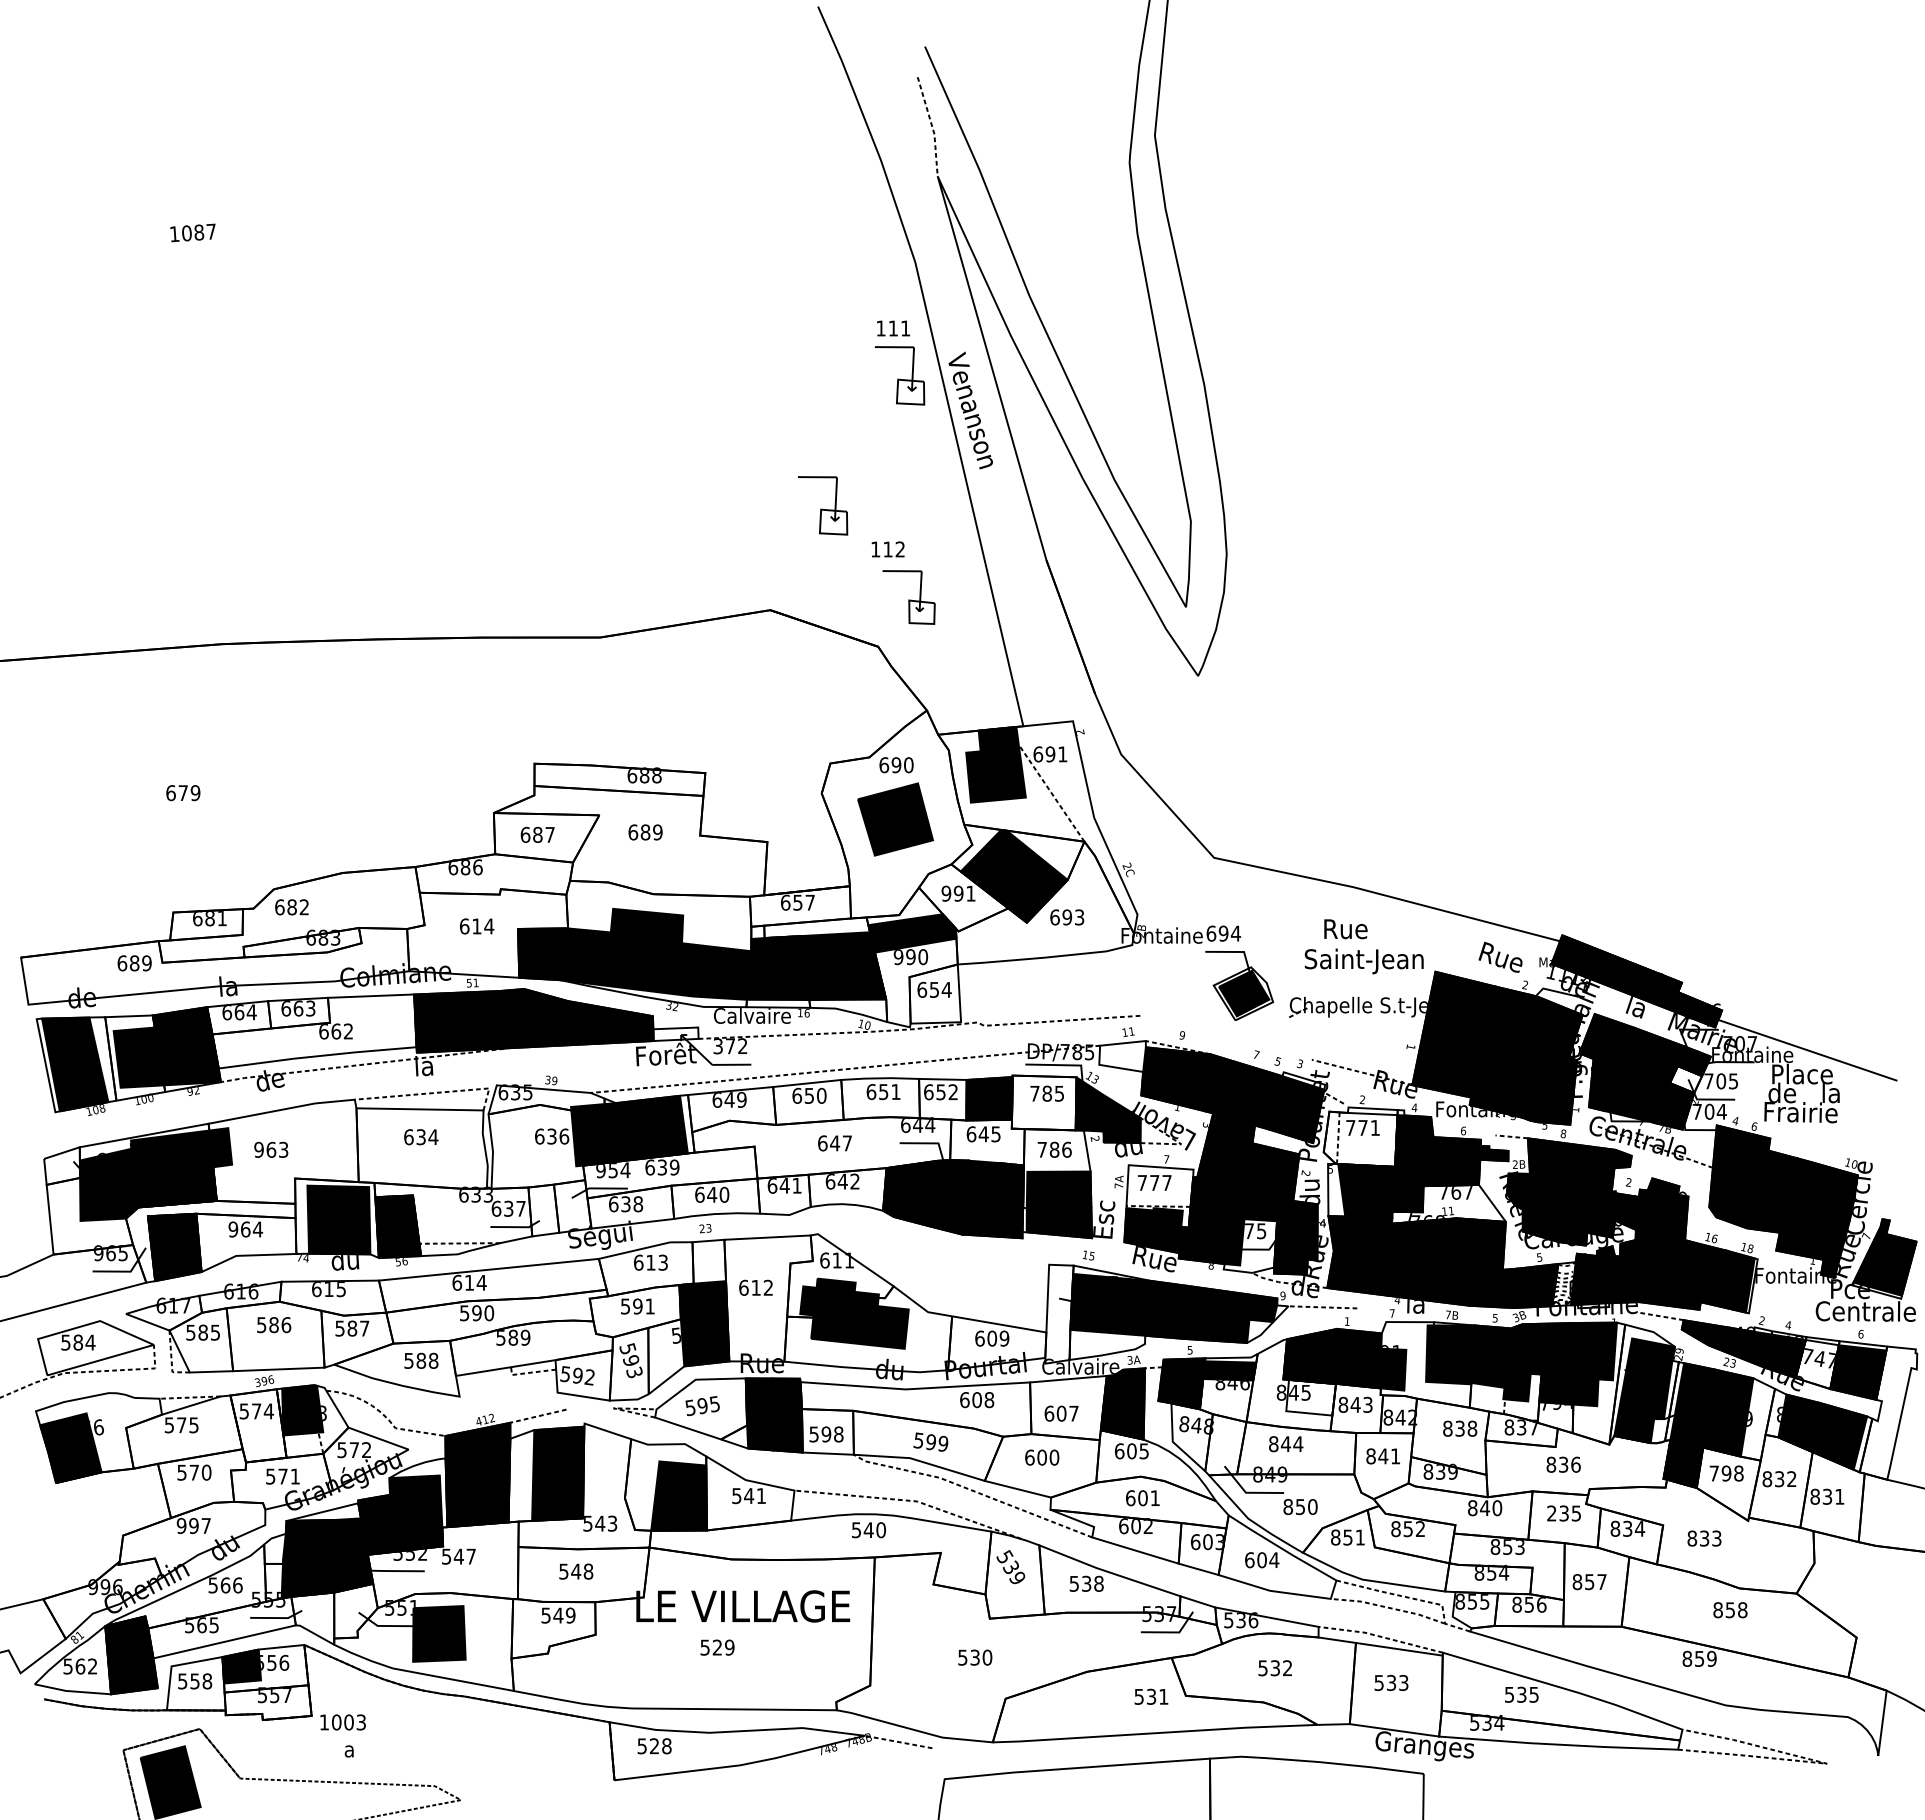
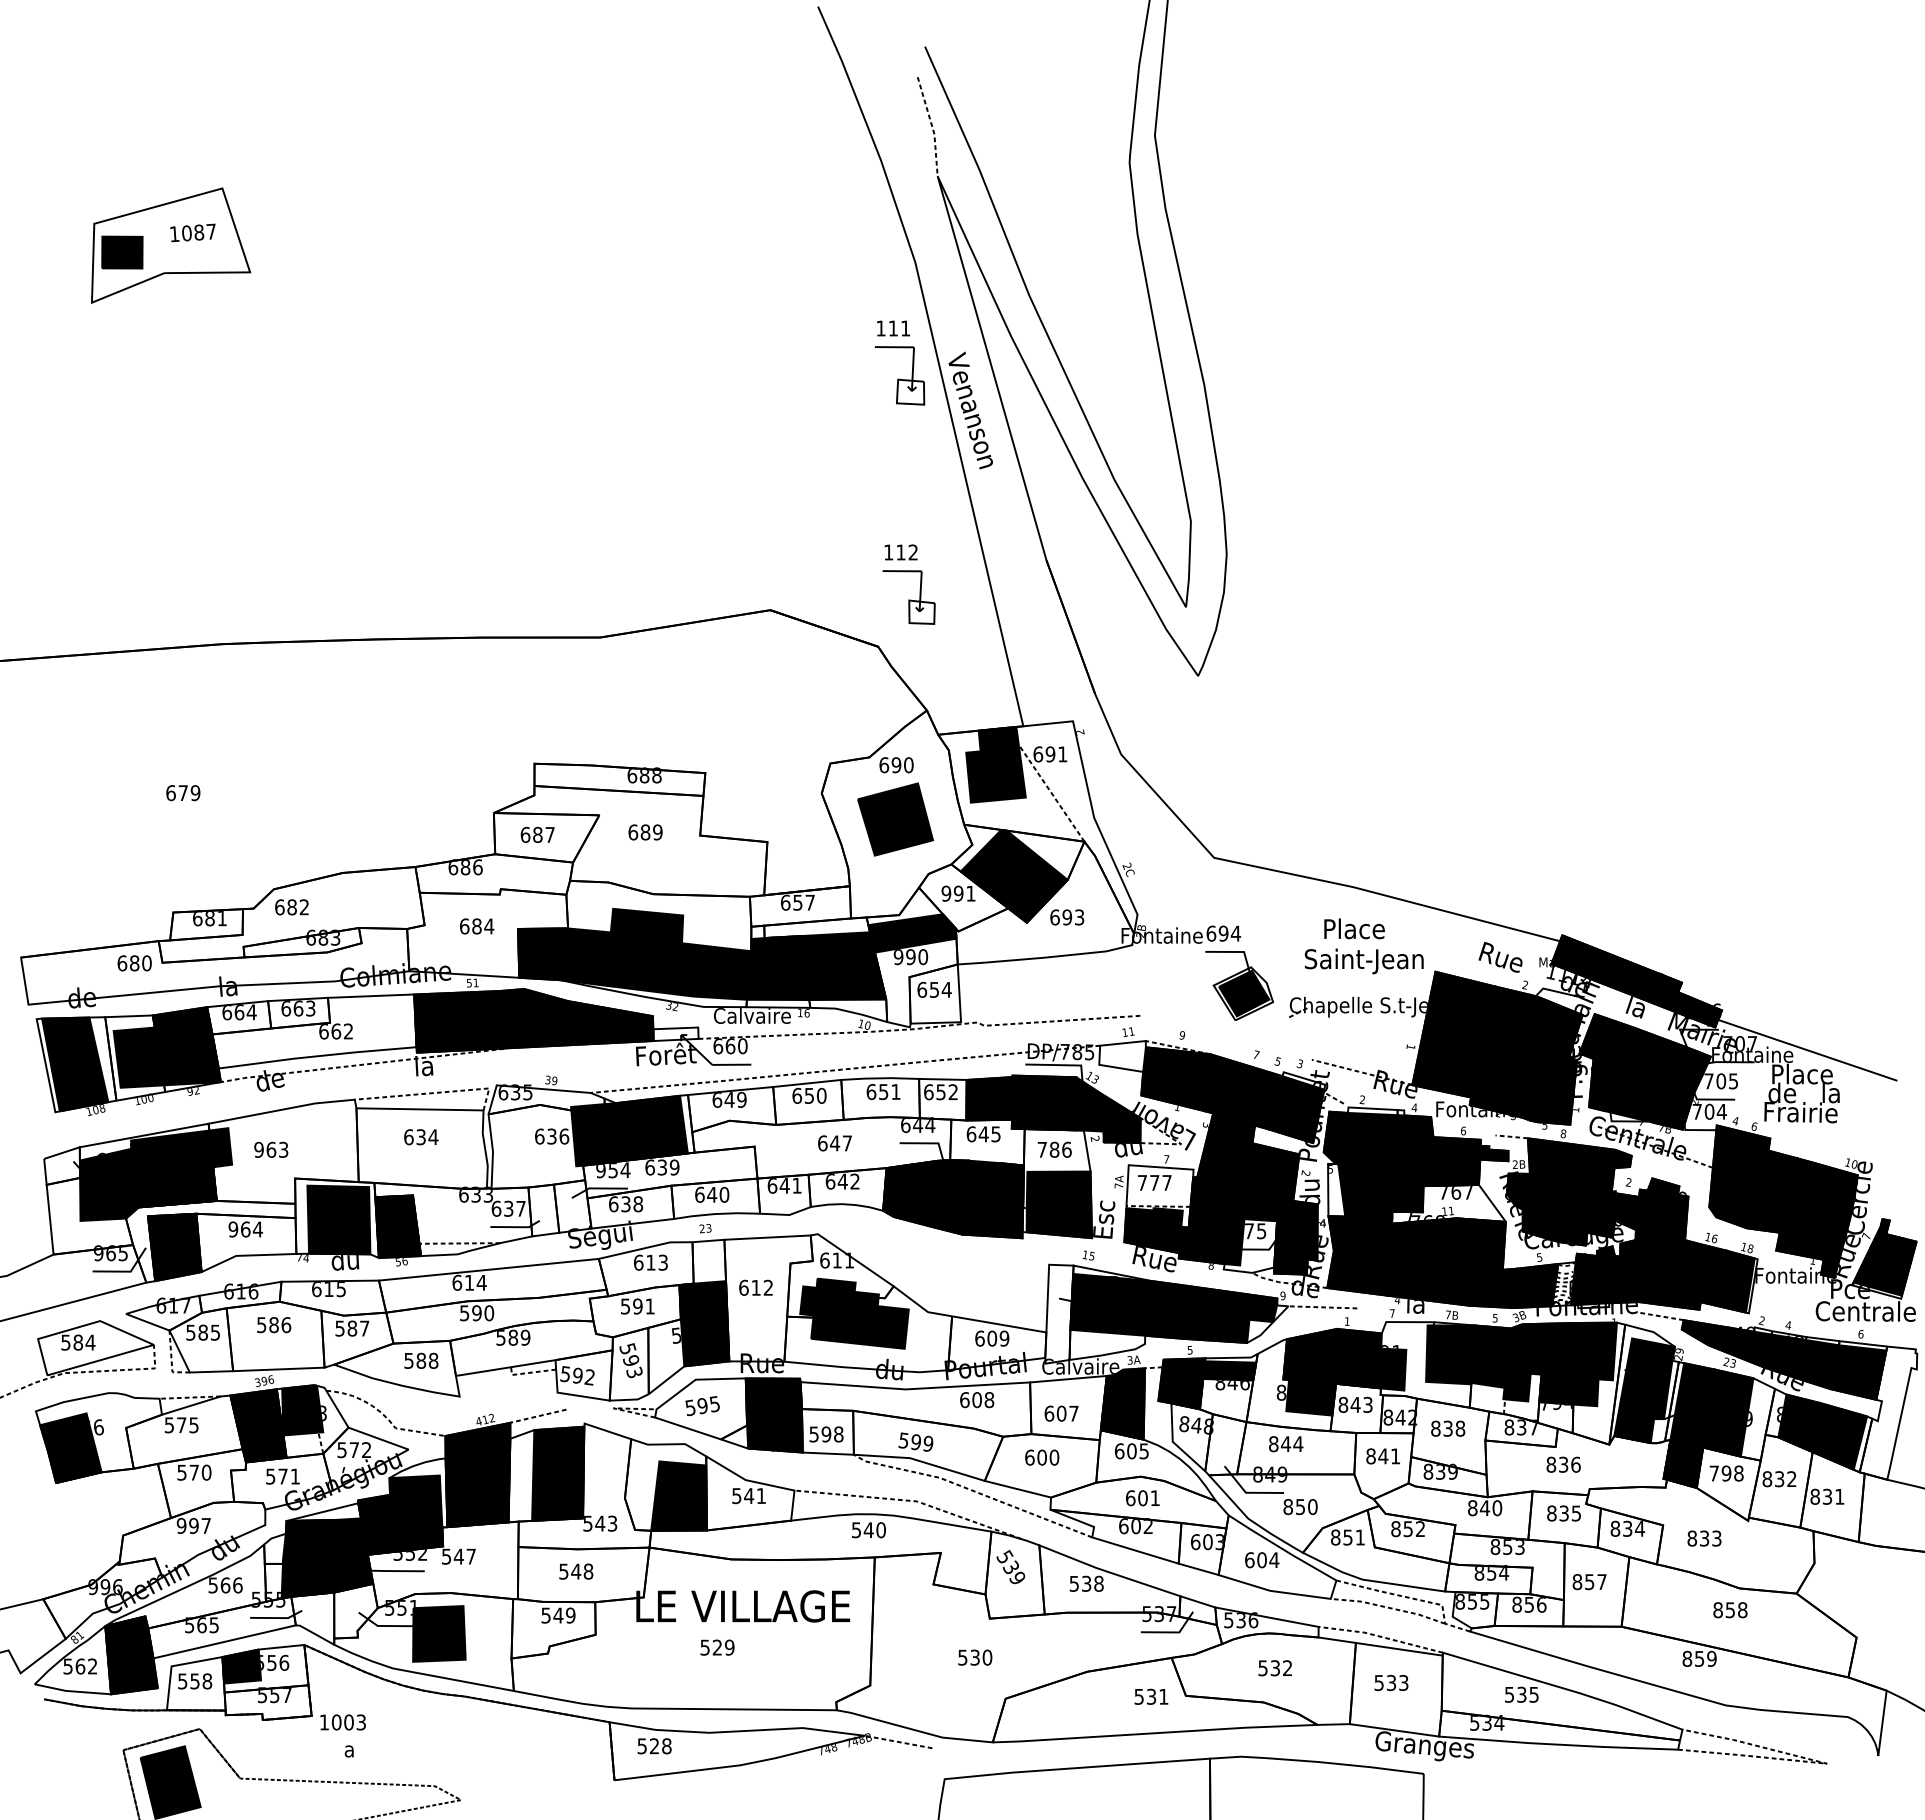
part at (171, 245): none -> present
part at (823, 505): present -> none
text at (887, 549) position: (887, 549) -> (900, 552)
text at (476, 926): 614 -> 684
text at (1355, 928): Rue -> Place
text at (146, 963): 689 -> 680
text at (730, 1046): 372 -> 660
fill at (1685, 1079): none -> present
fill at (1043, 1102): none -> present
fill at (1360, 1138): none -> present
fill at (1816, 1364): none -> present
fill at (1311, 1397): none -> present
fill at (258, 1425): none -> present
text at (1460, 1428) position: (1460, 1428) -> (1448, 1428)
text at (930, 1441) position: (930, 1441) -> (915, 1441)
text at (1551, 1513): 235 -> 835
